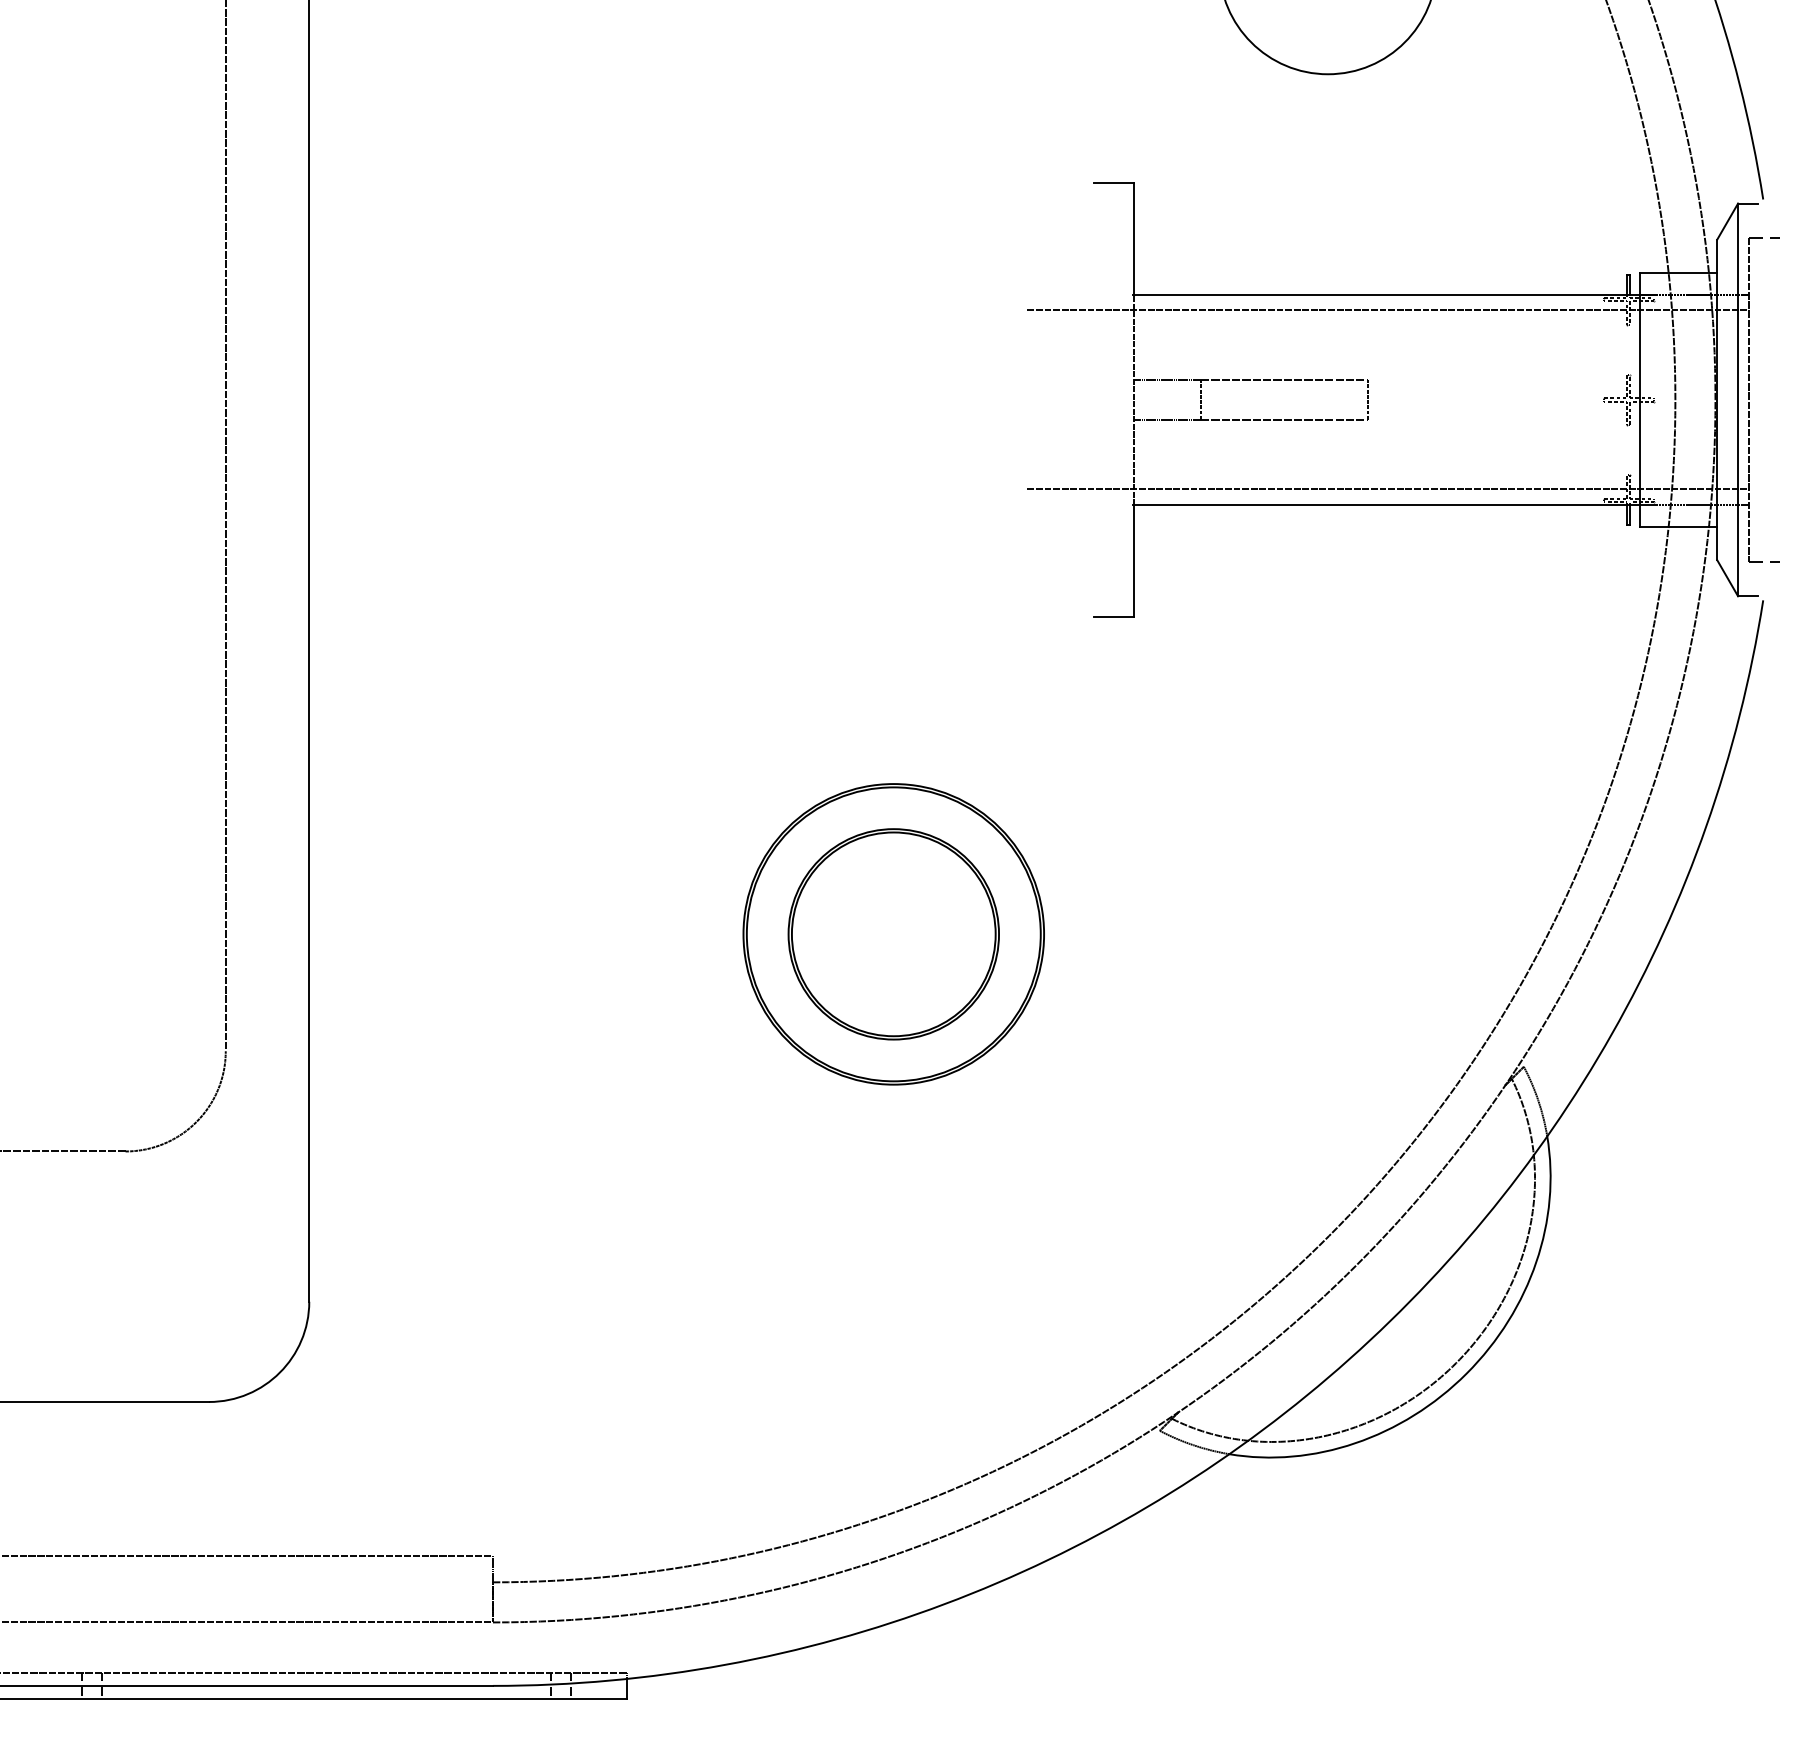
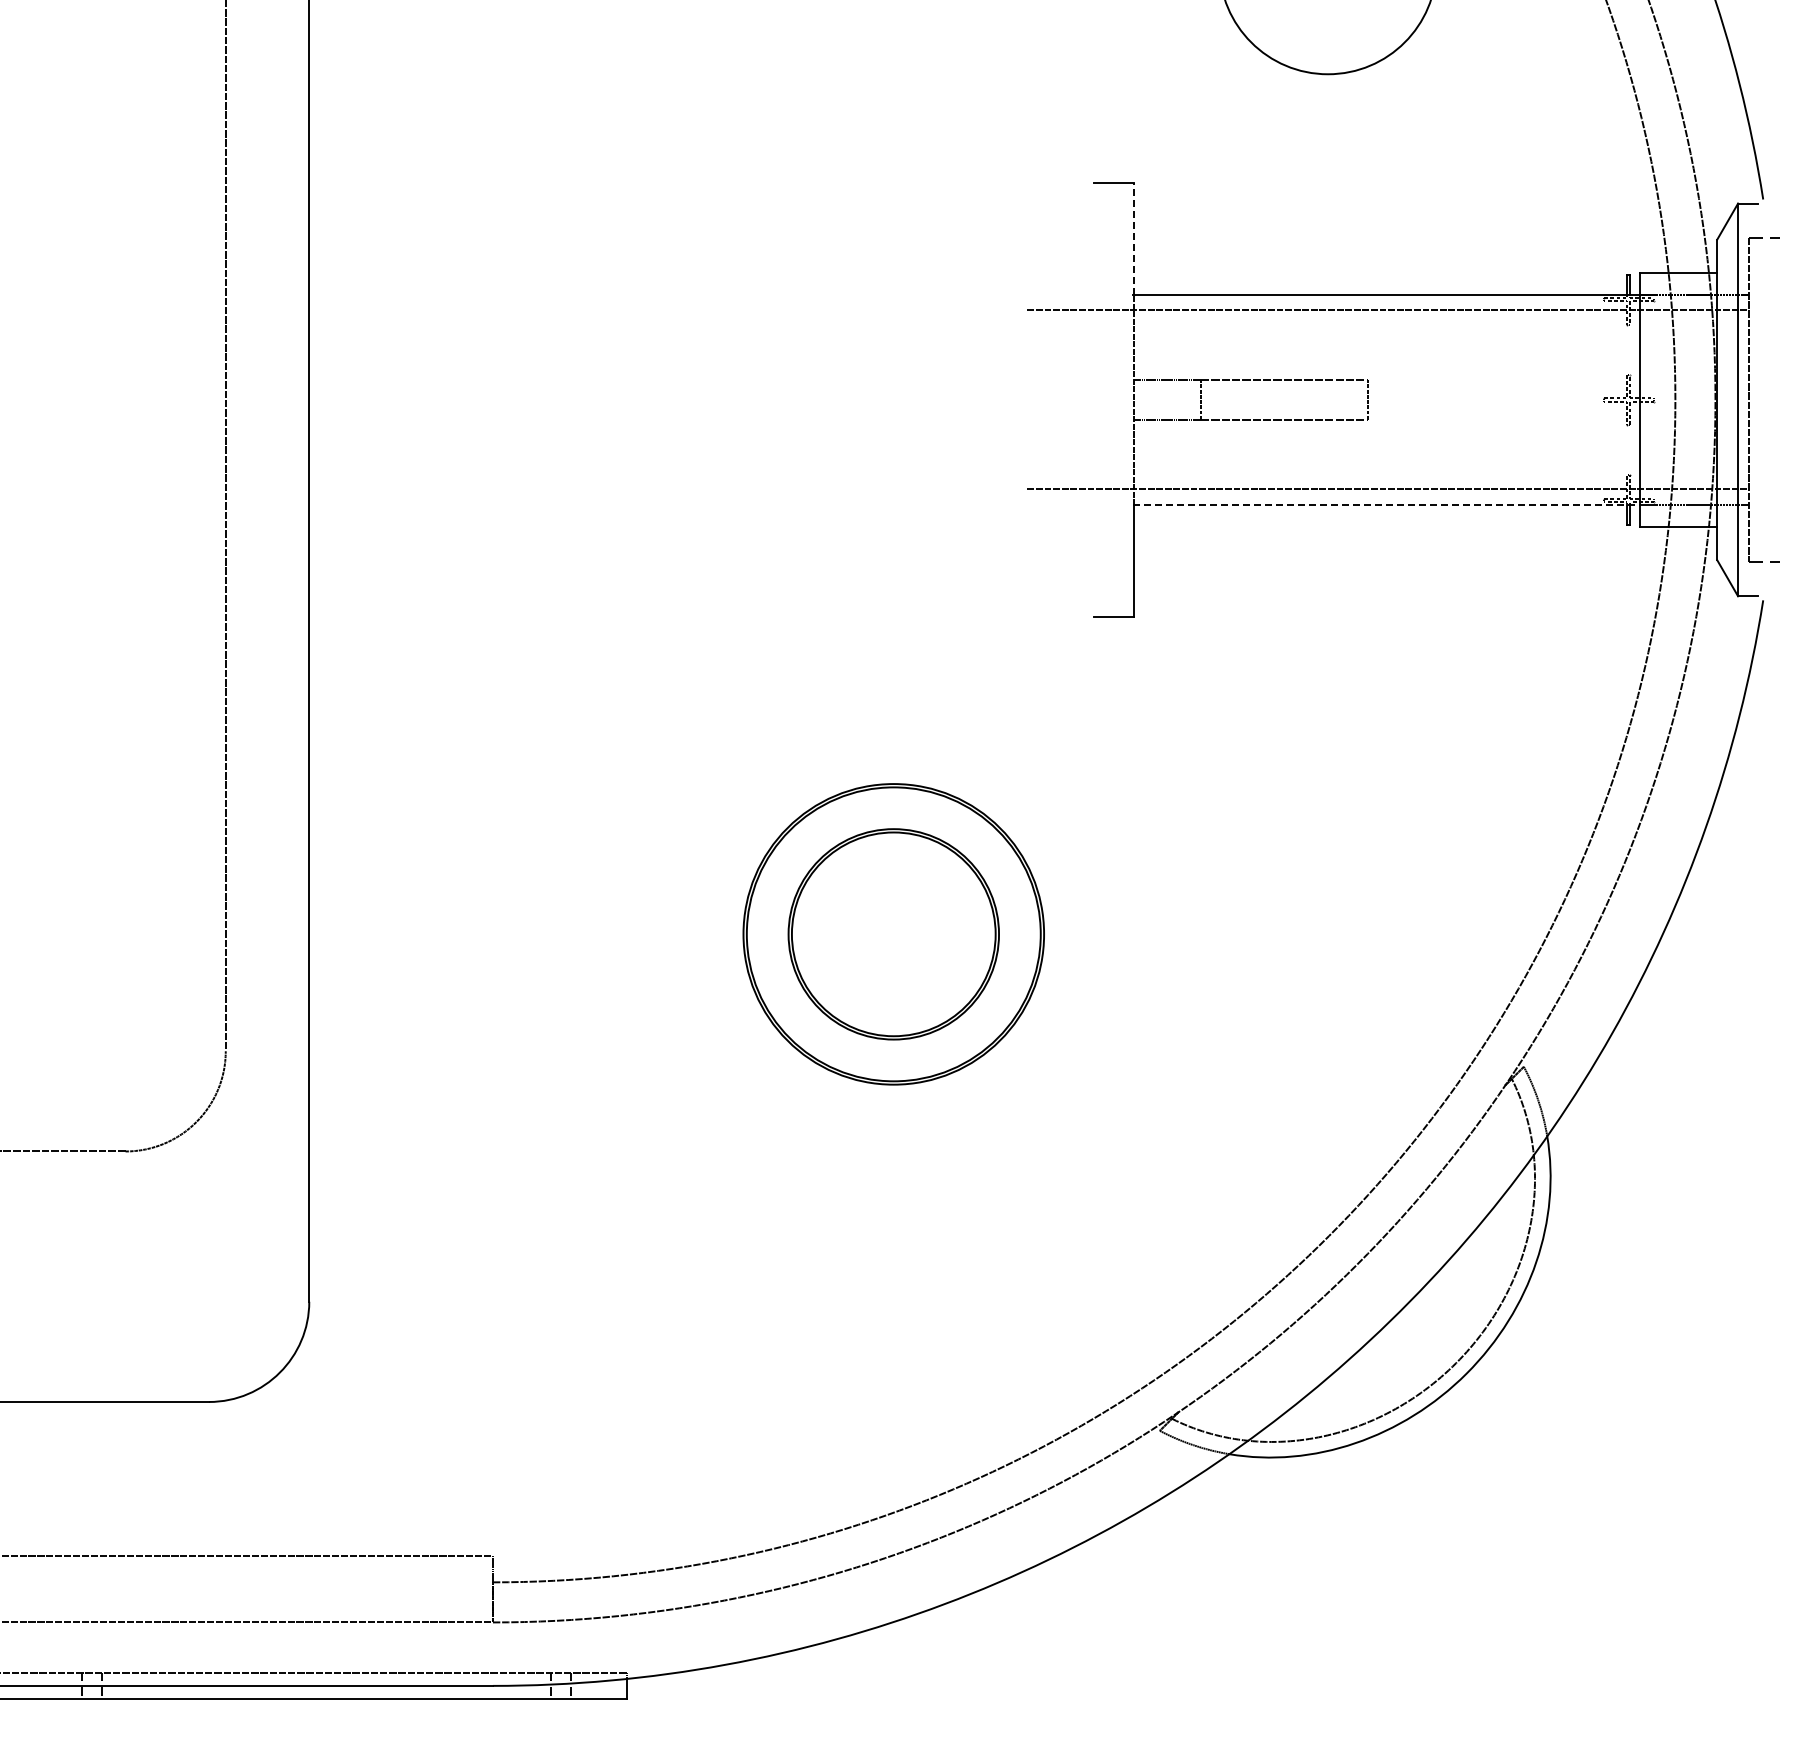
line at (1134, 238): solid -> dashed
line at (1386, 505): solid -> dashed
